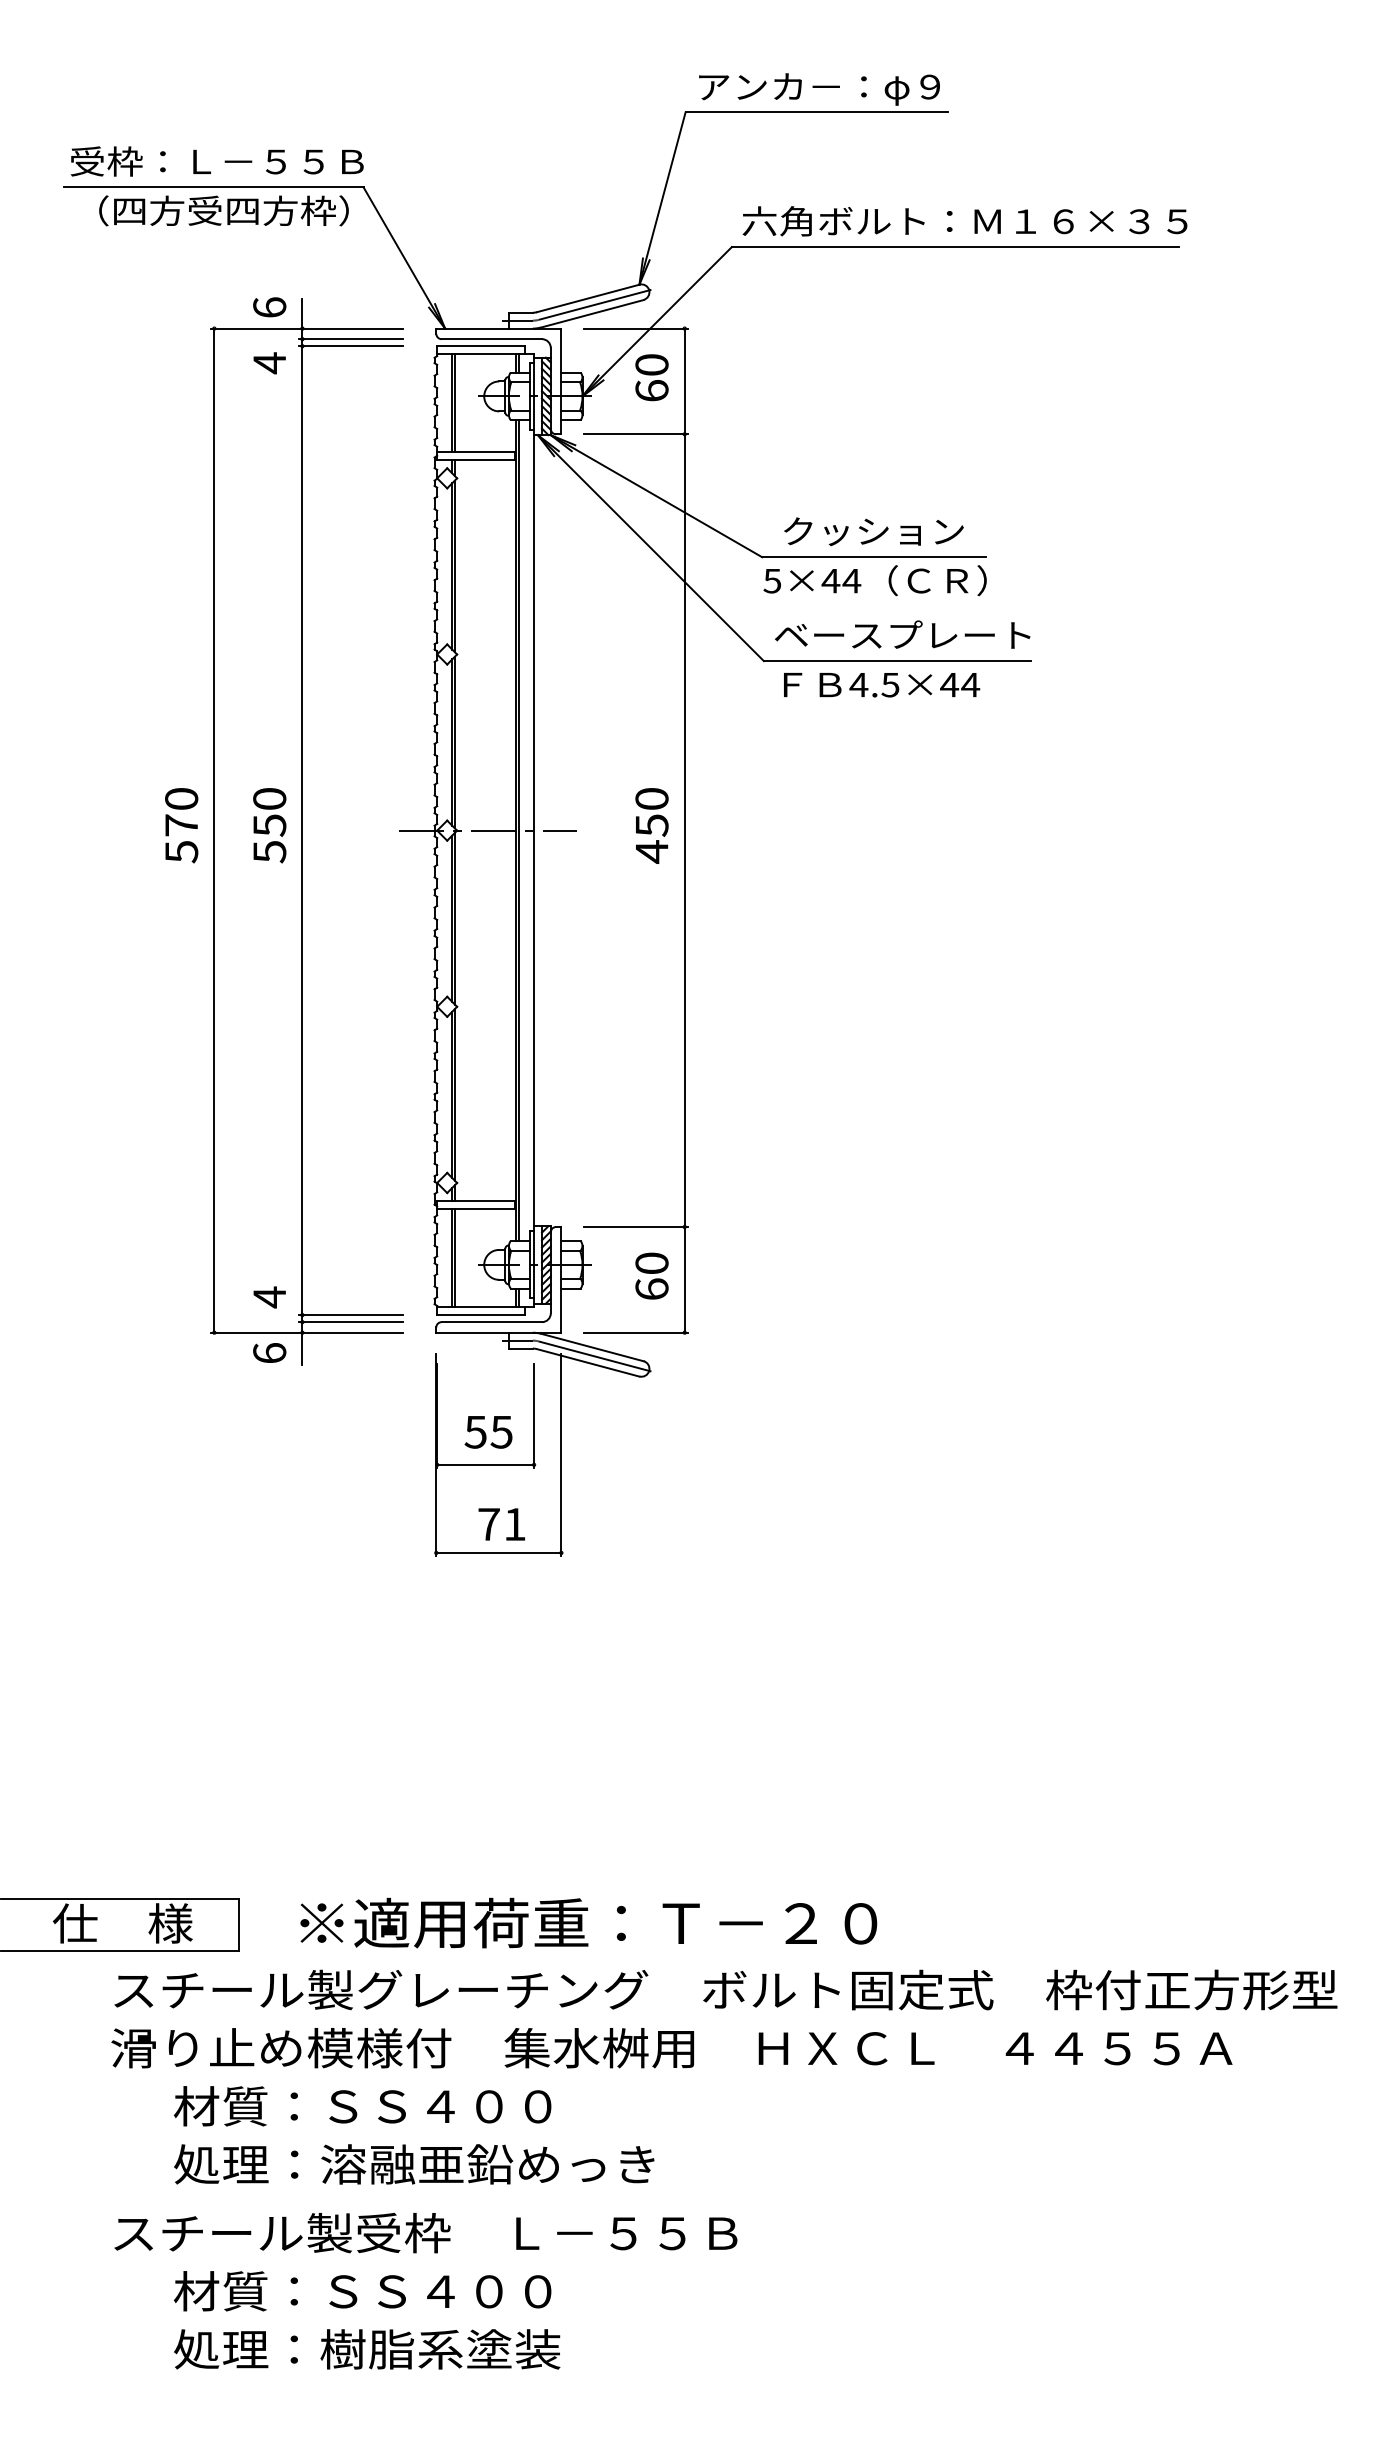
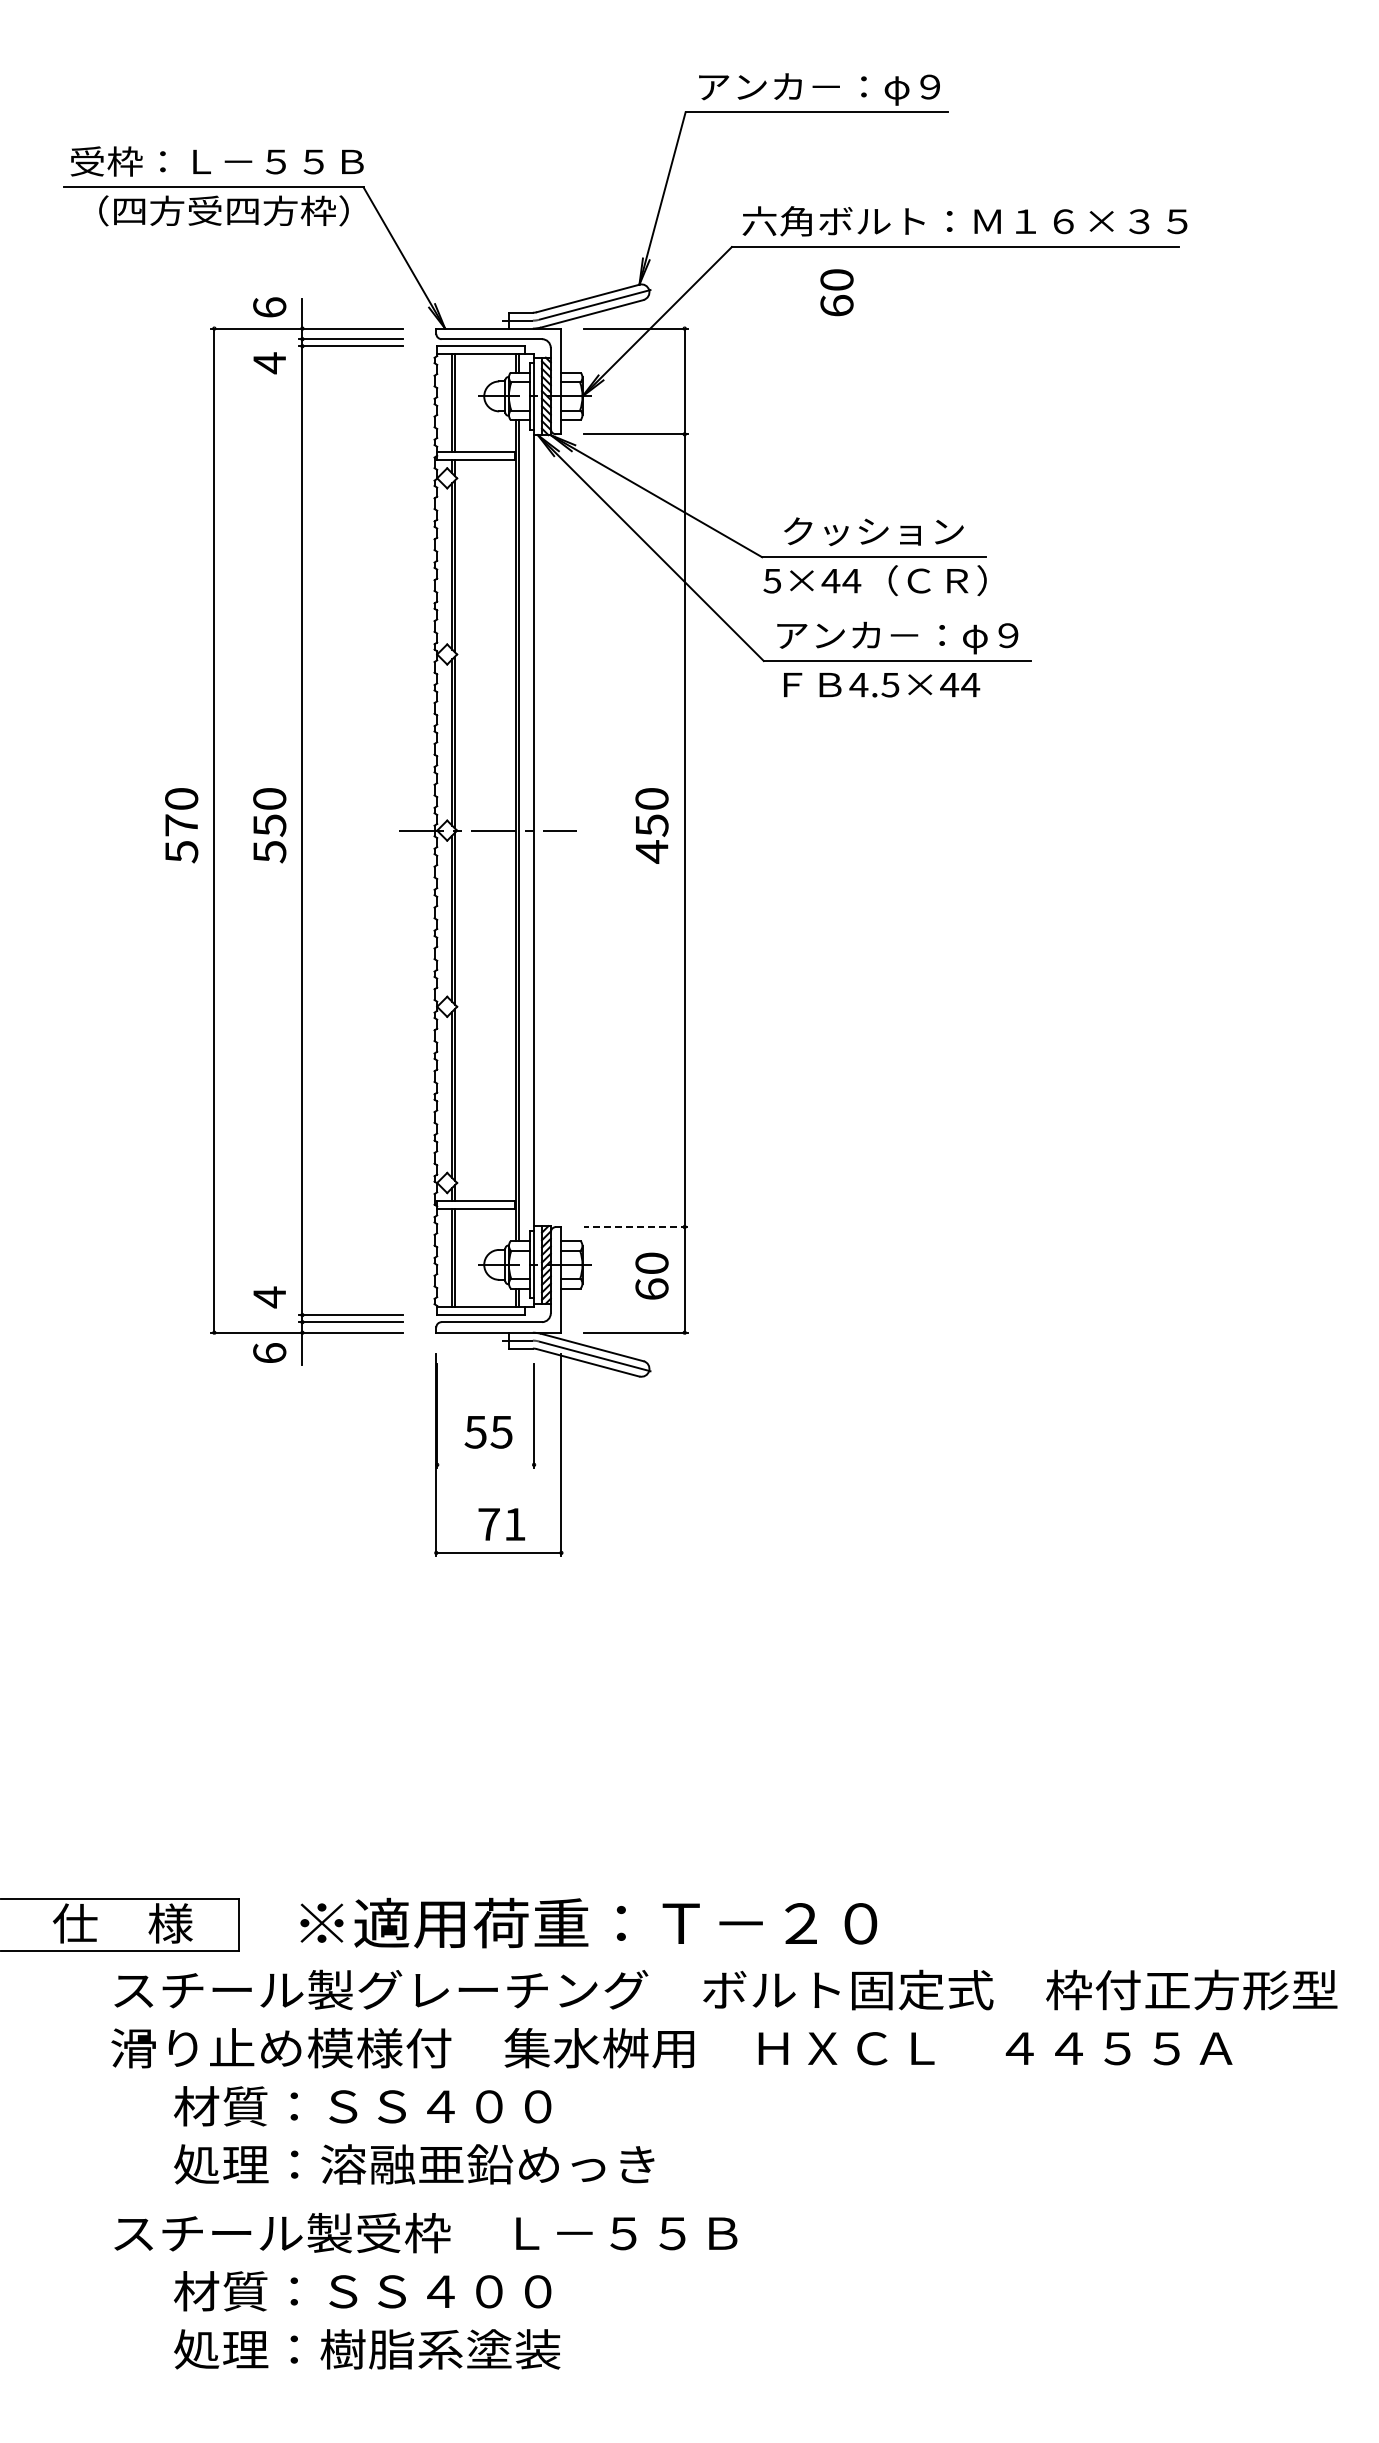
text at (651, 377) position: (651, 377) -> (836, 292)
text at (902, 637): ベースプレート -> アンカ－：φ９
line at (636, 1227): solid -> dashed
line at (485, 1464): present -> none
